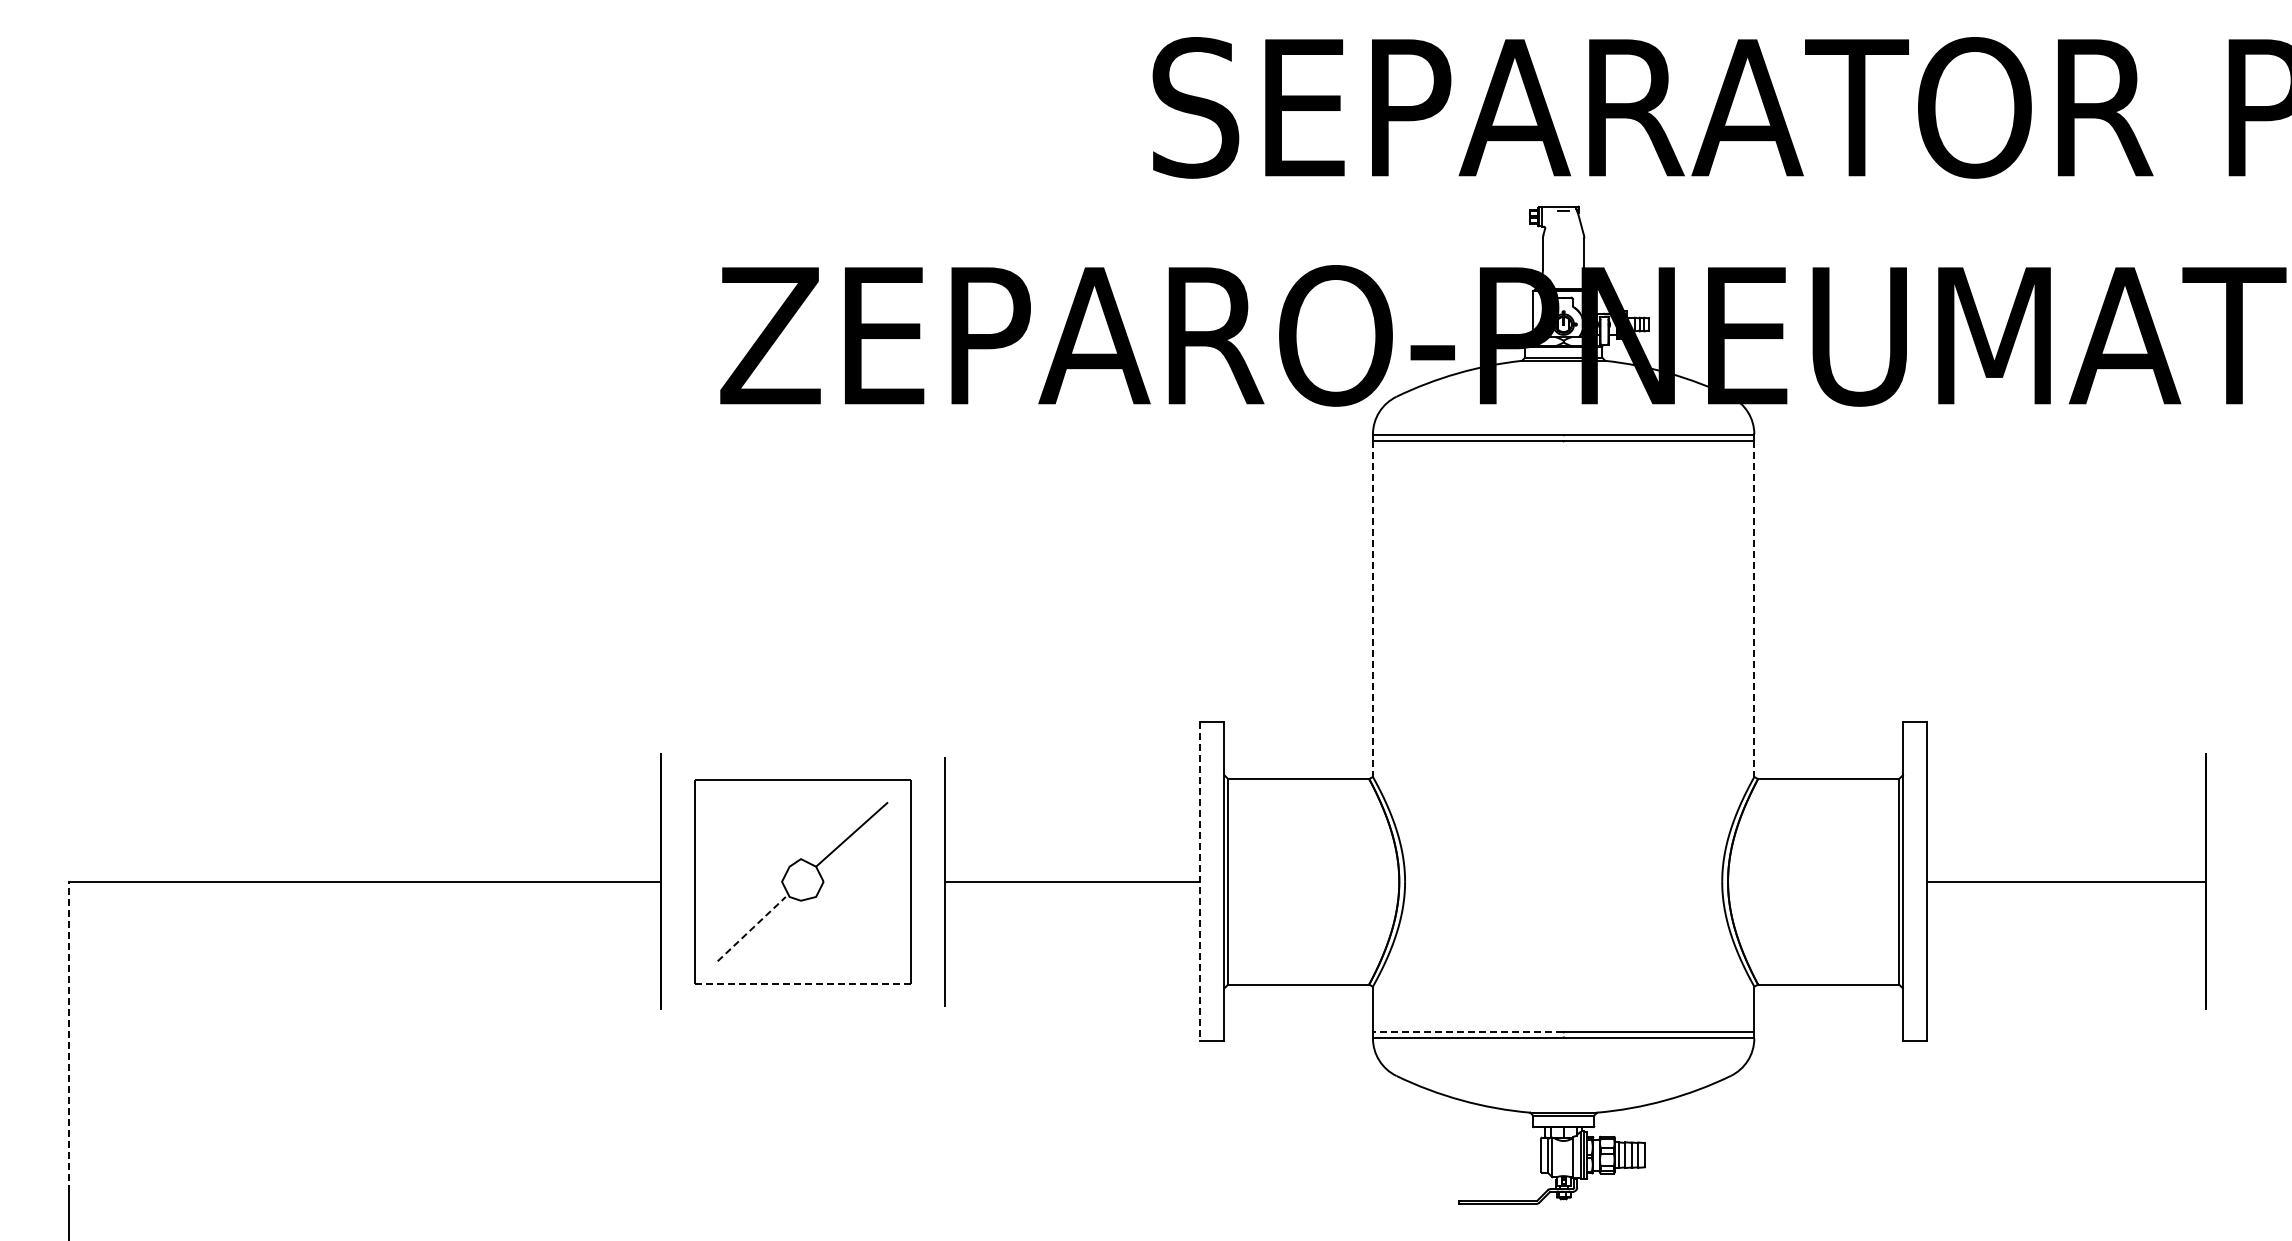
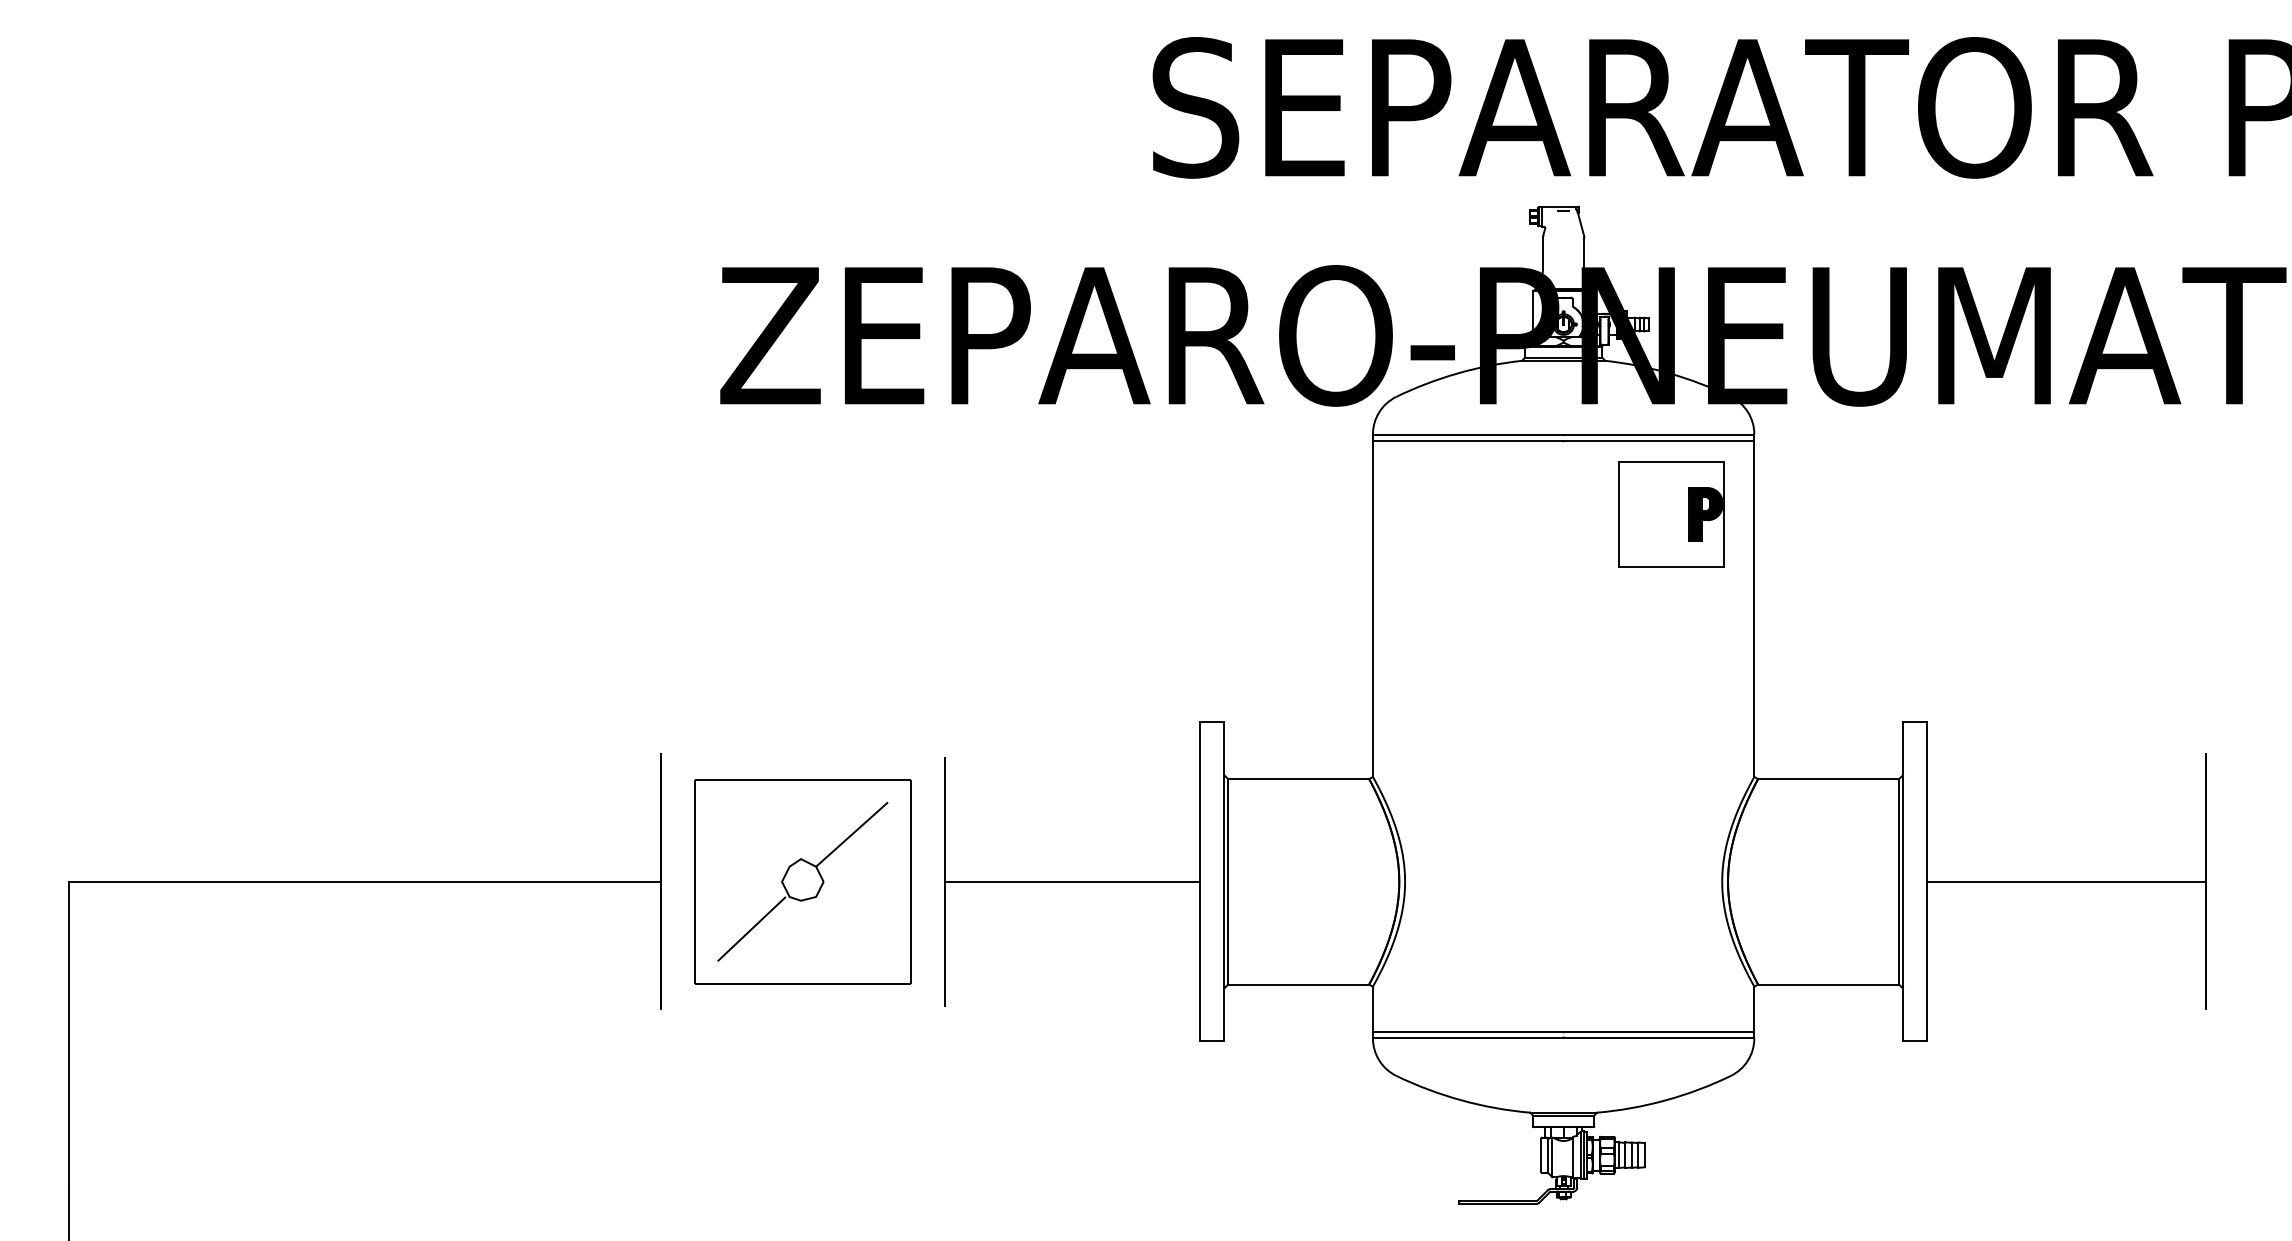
part at (1671, 514): none -> present
line at (1372, 609): dashed -> solid
line at (1754, 609): dashed -> solid
line at (1200, 881): dashed -> solid
line at (751, 929): dashed -> solid
line at (802, 984): dashed -> solid
line at (1467, 1032): dashed -> solid
line at (68, 1036): dashed -> solid
